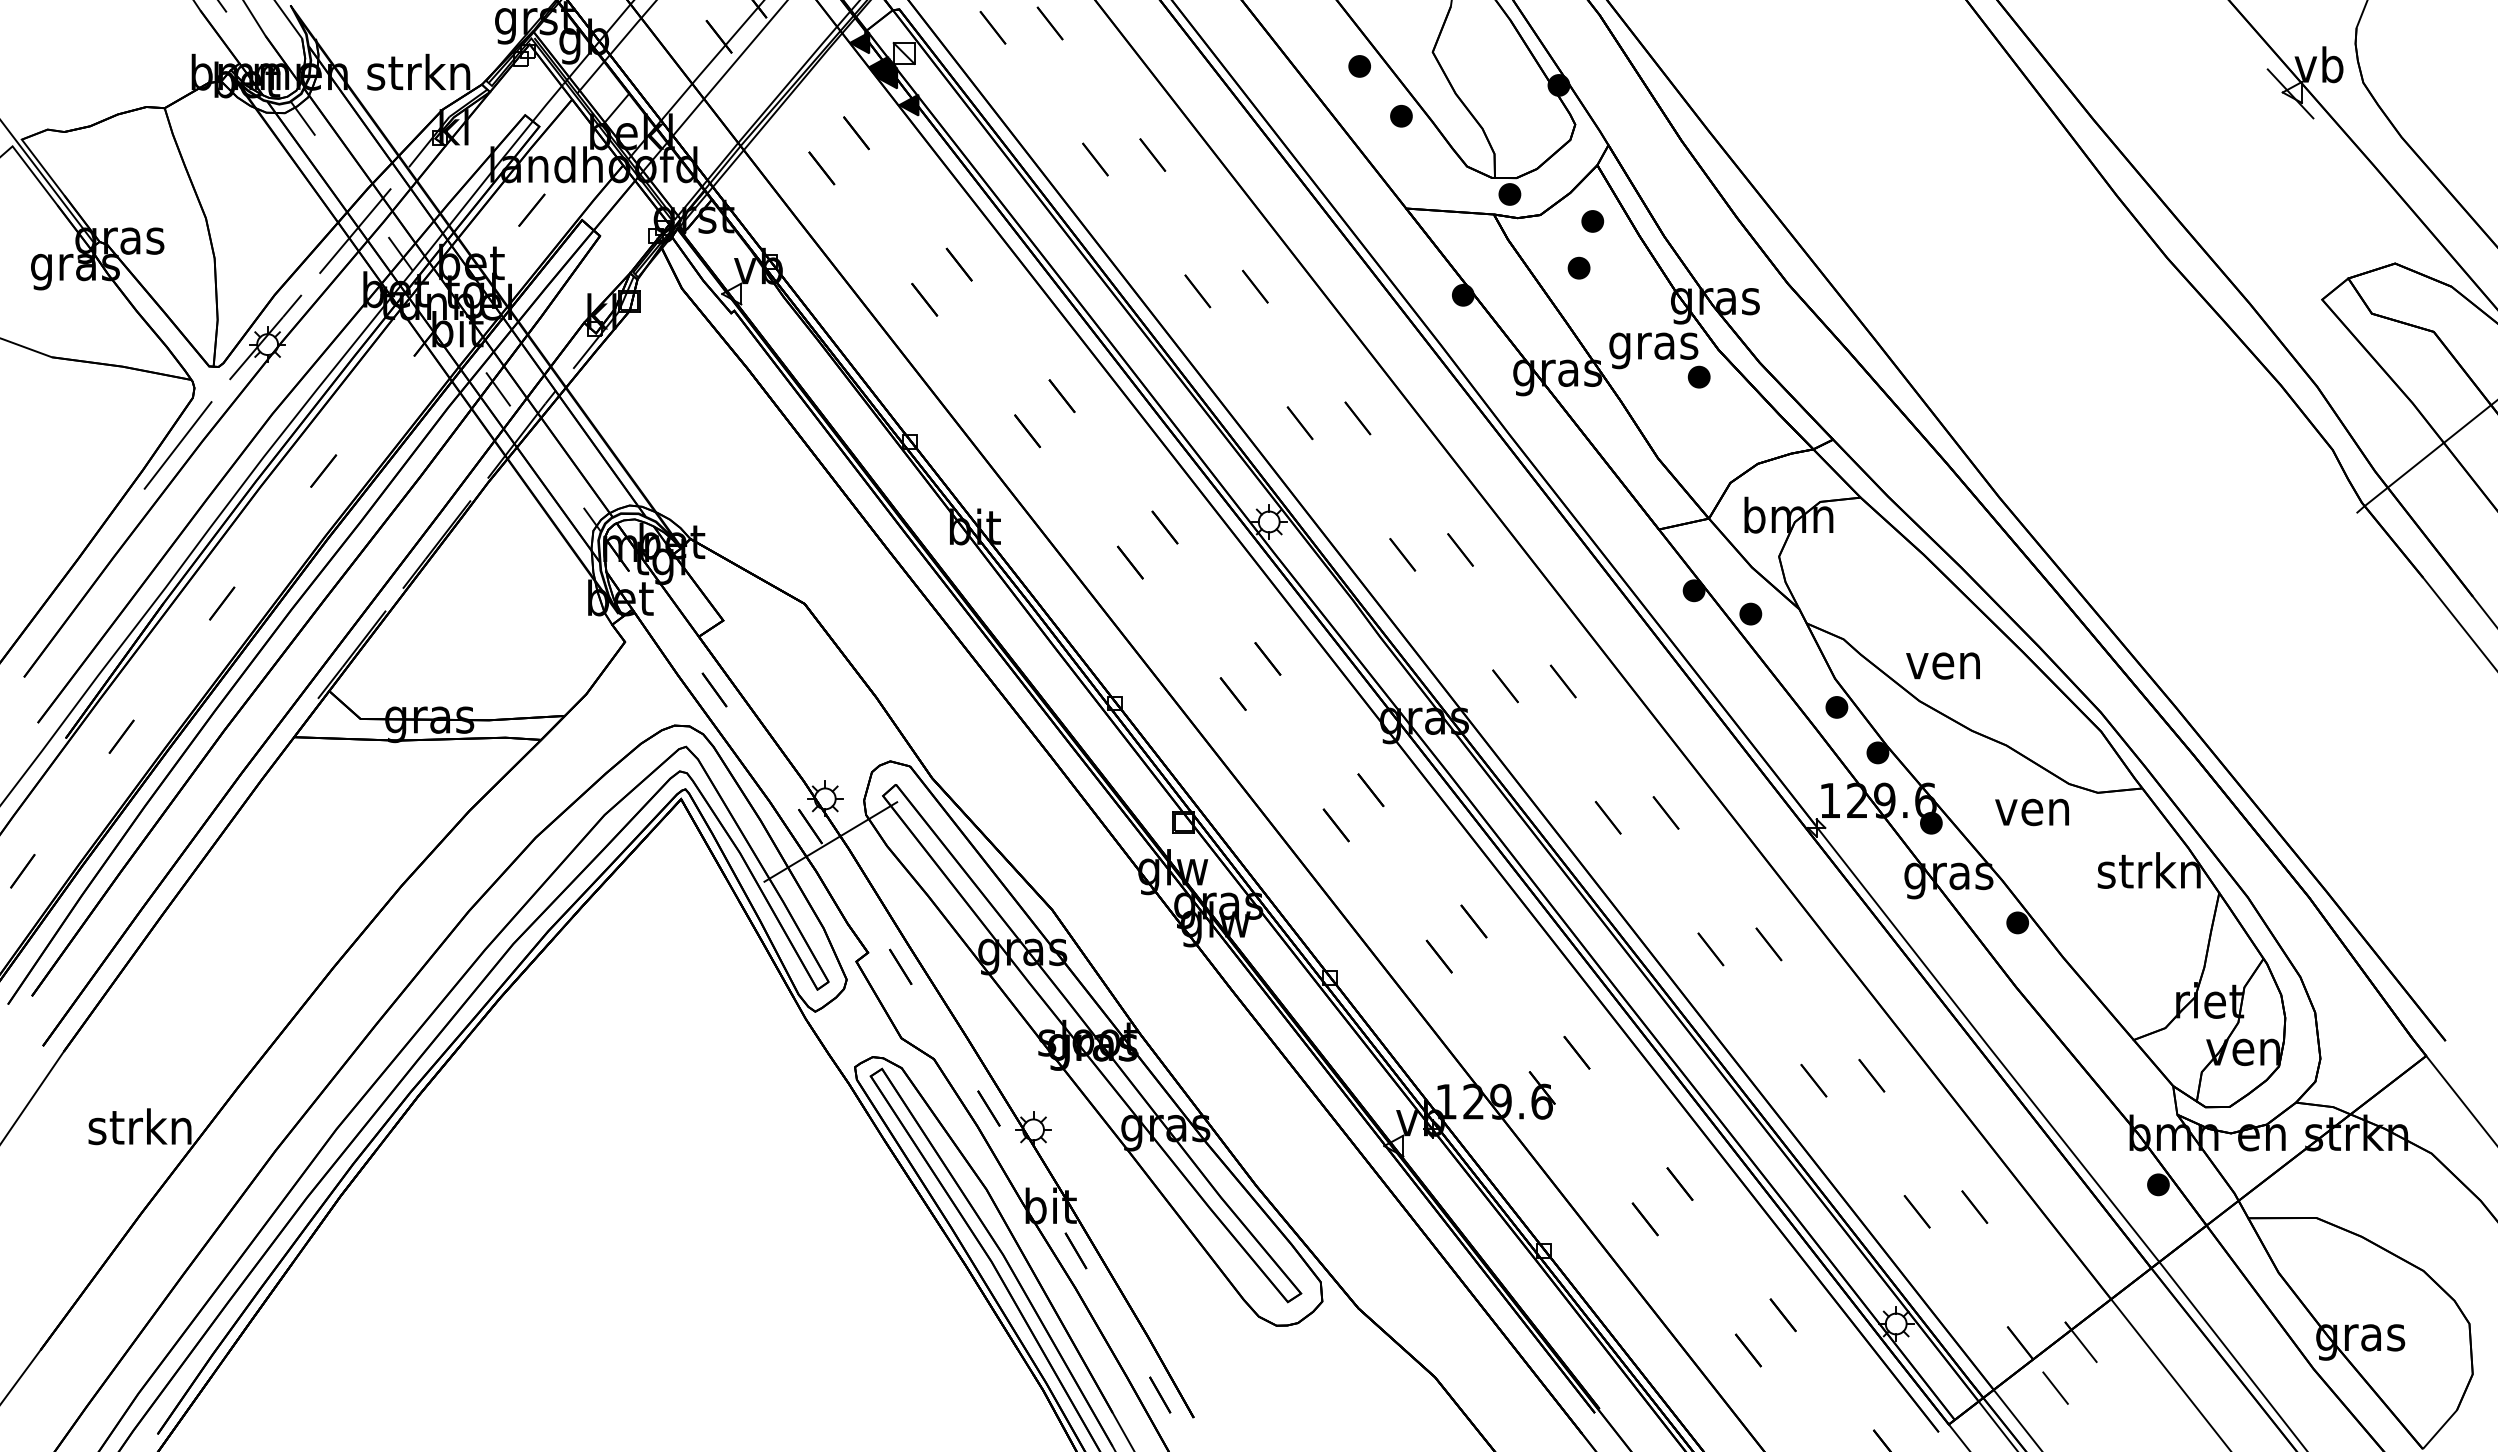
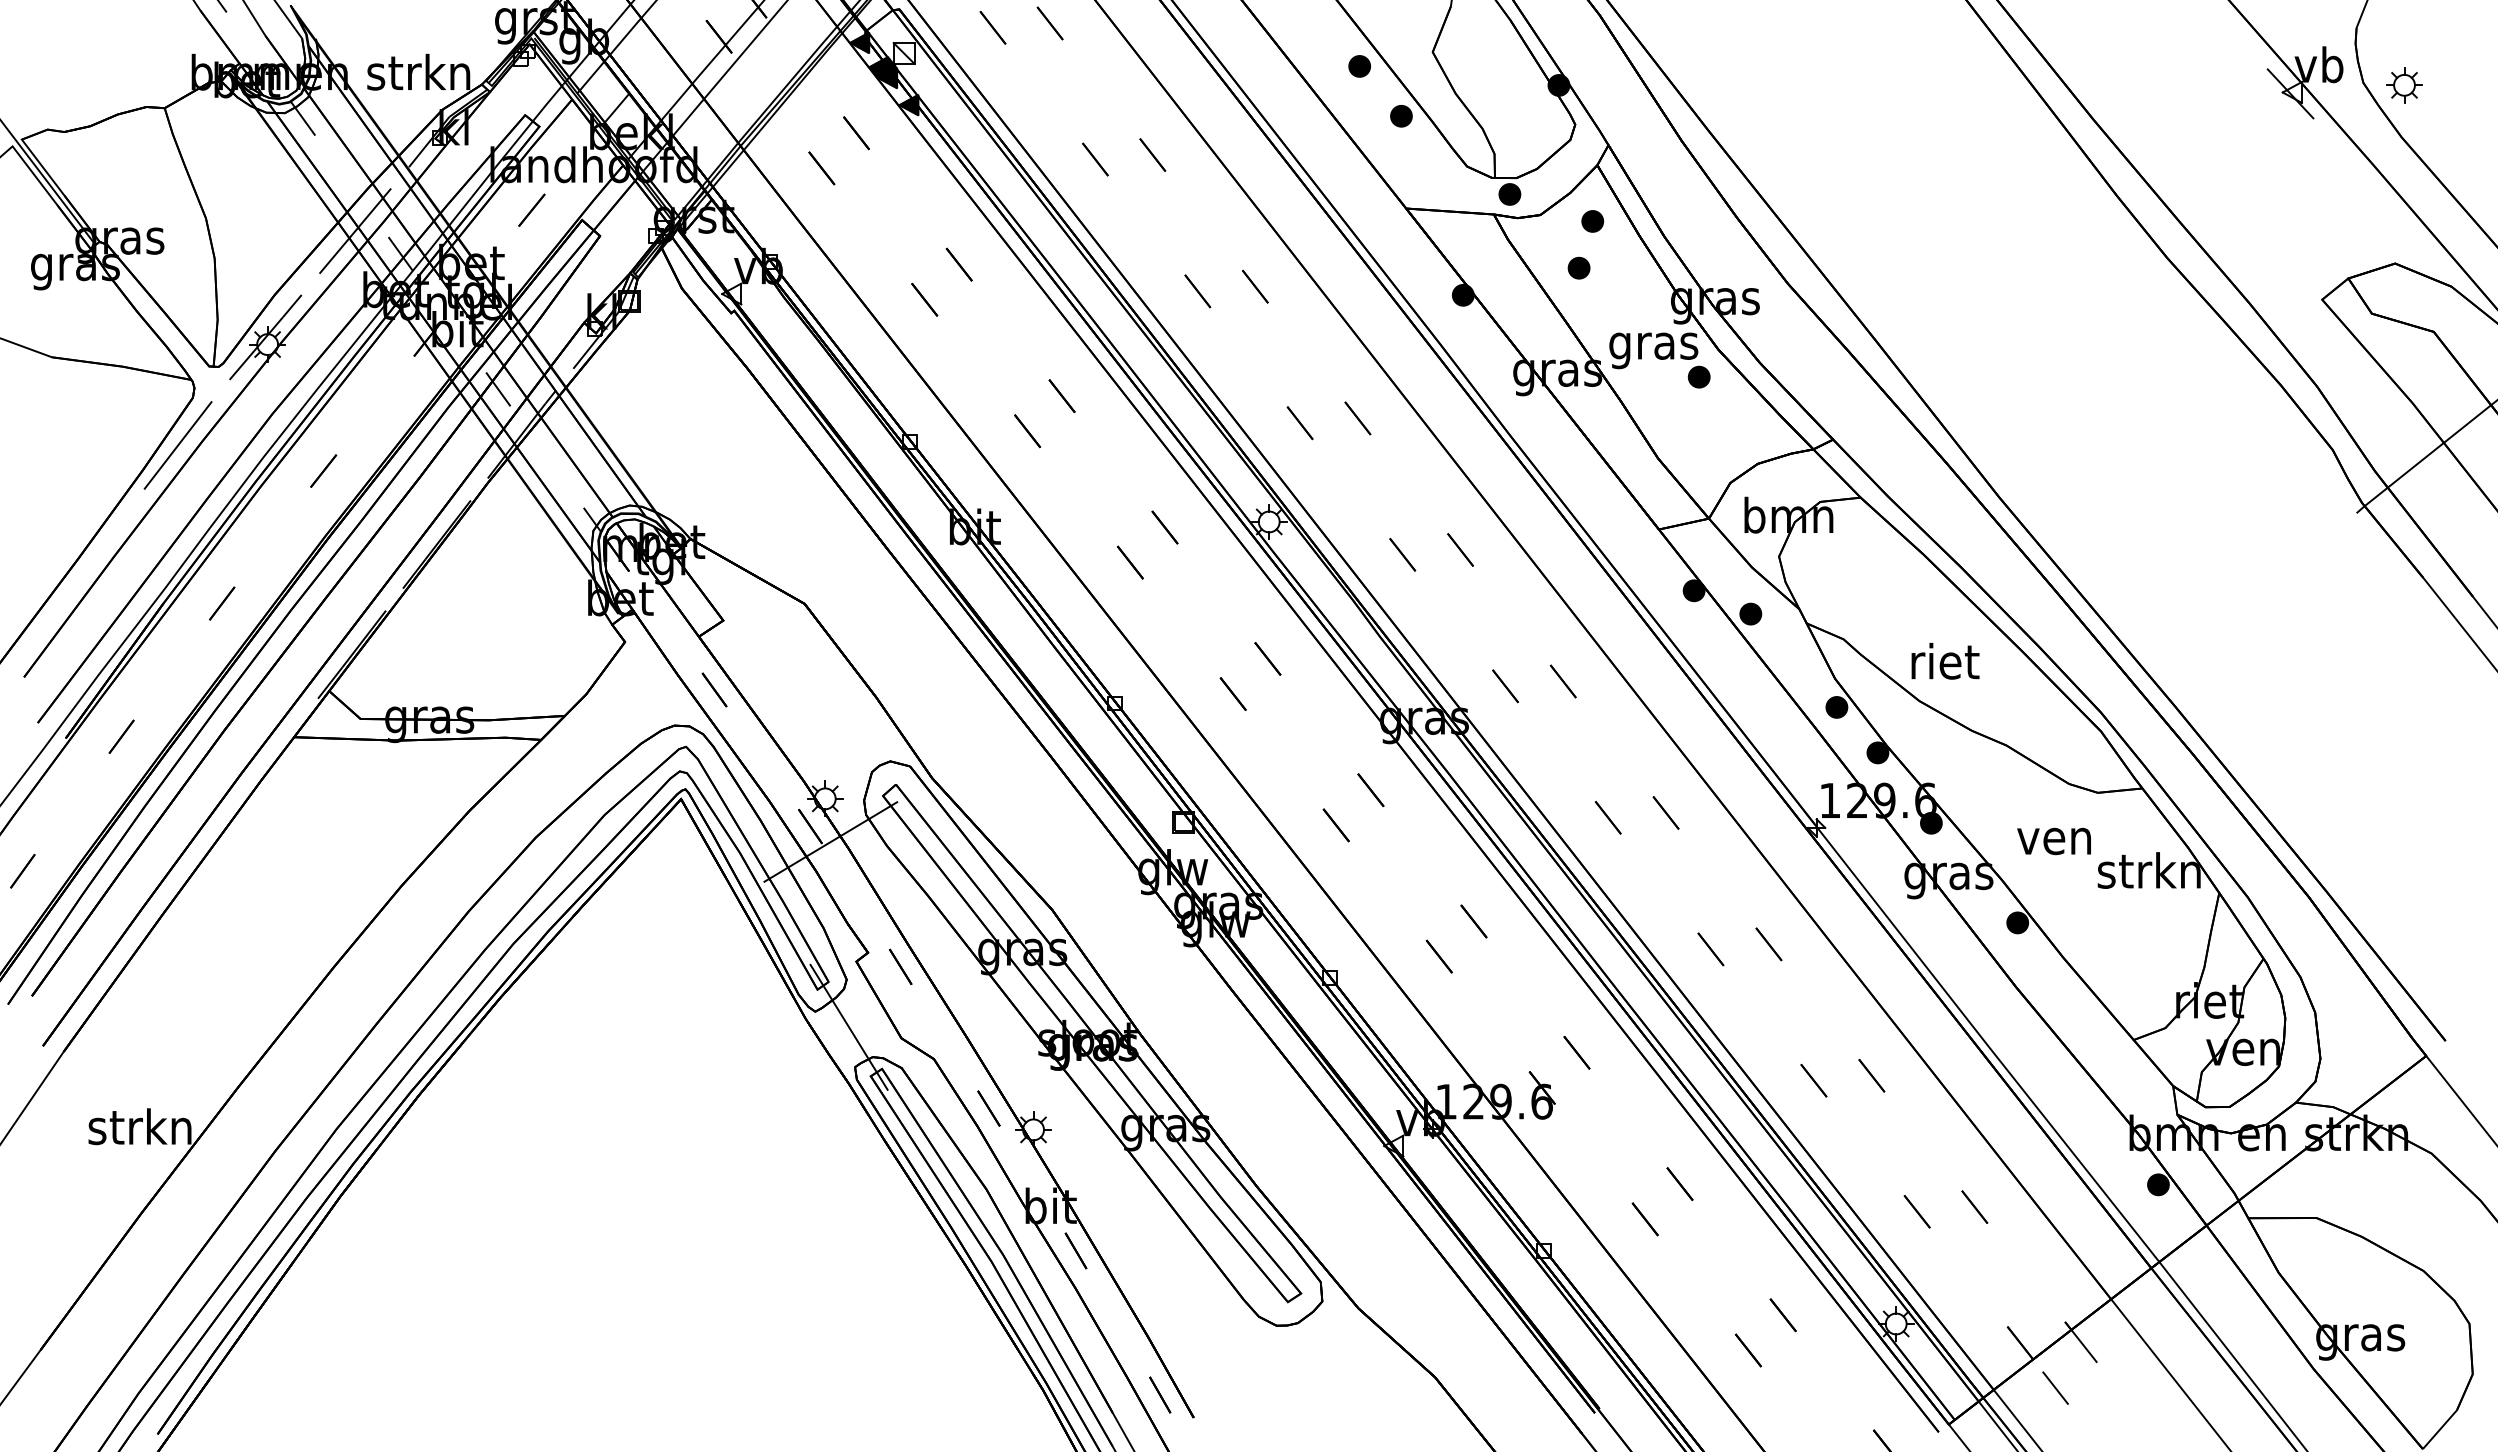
part at (2404, 85): none -> present
text at (1942, 661): ven -> riet
text at (2031, 812) position: (2031, 812) -> (2053, 841)
line at (848, 1026): none -> present
